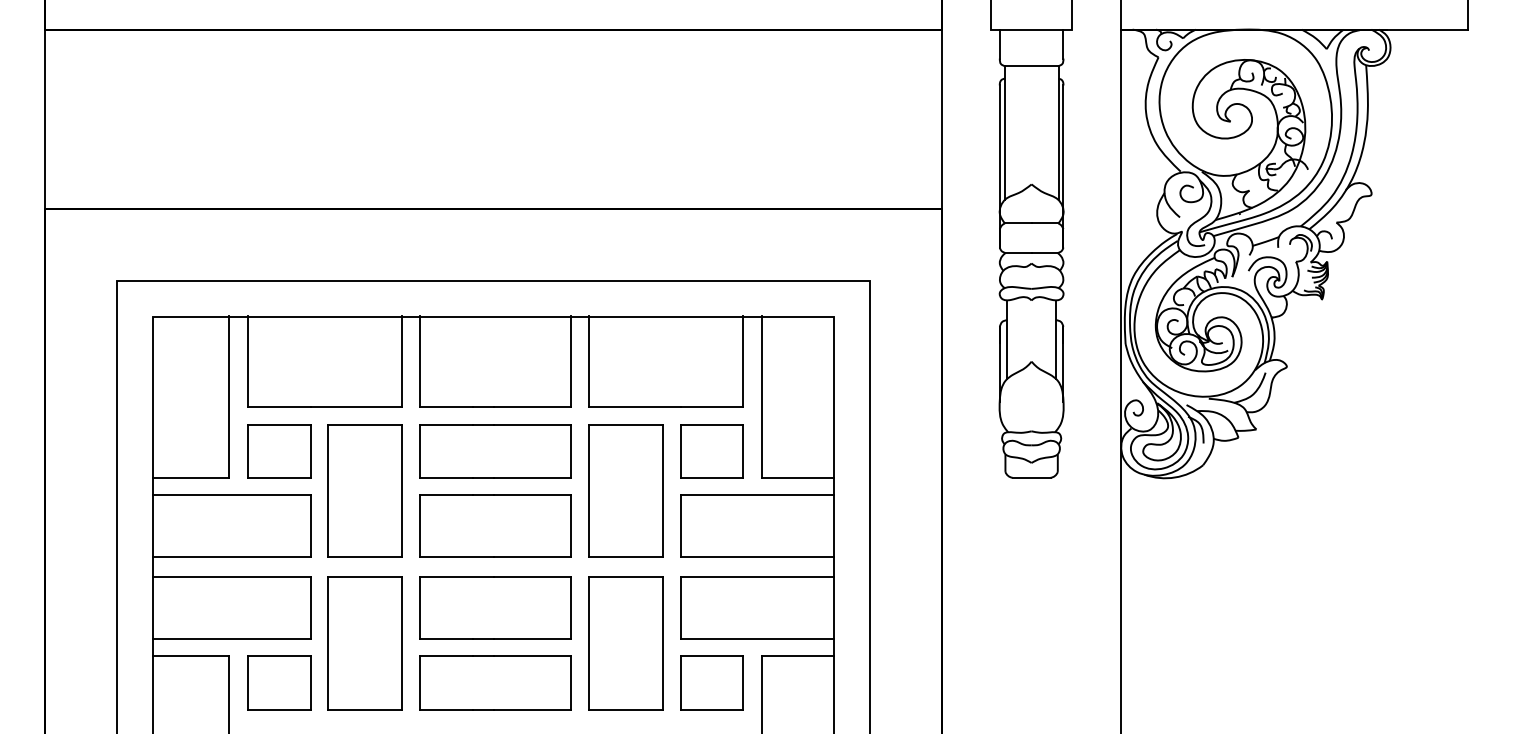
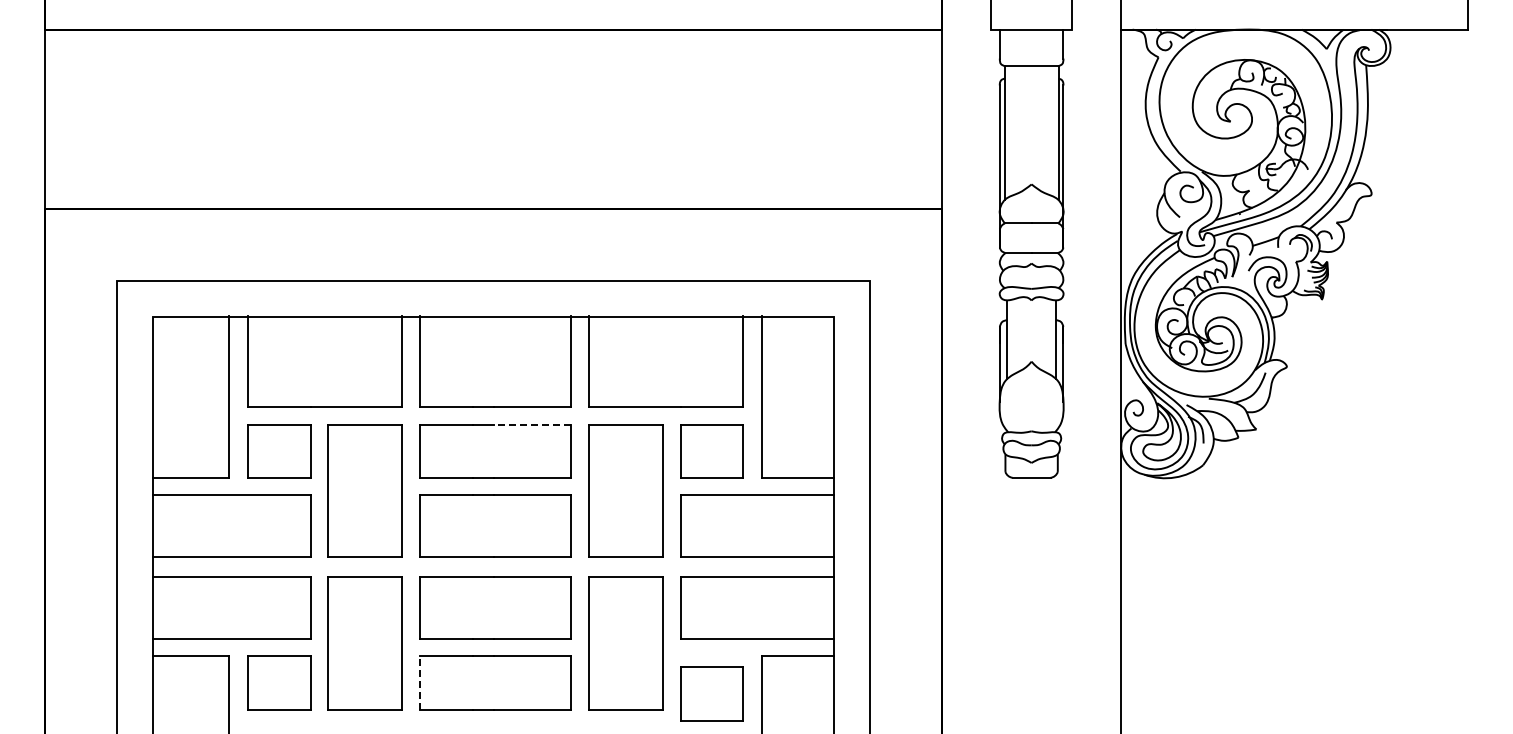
line at (532, 424): solid -> dashed
line at (419, 682): solid -> dashed
part at (711, 682) position: (711, 682) -> (711, 693)
